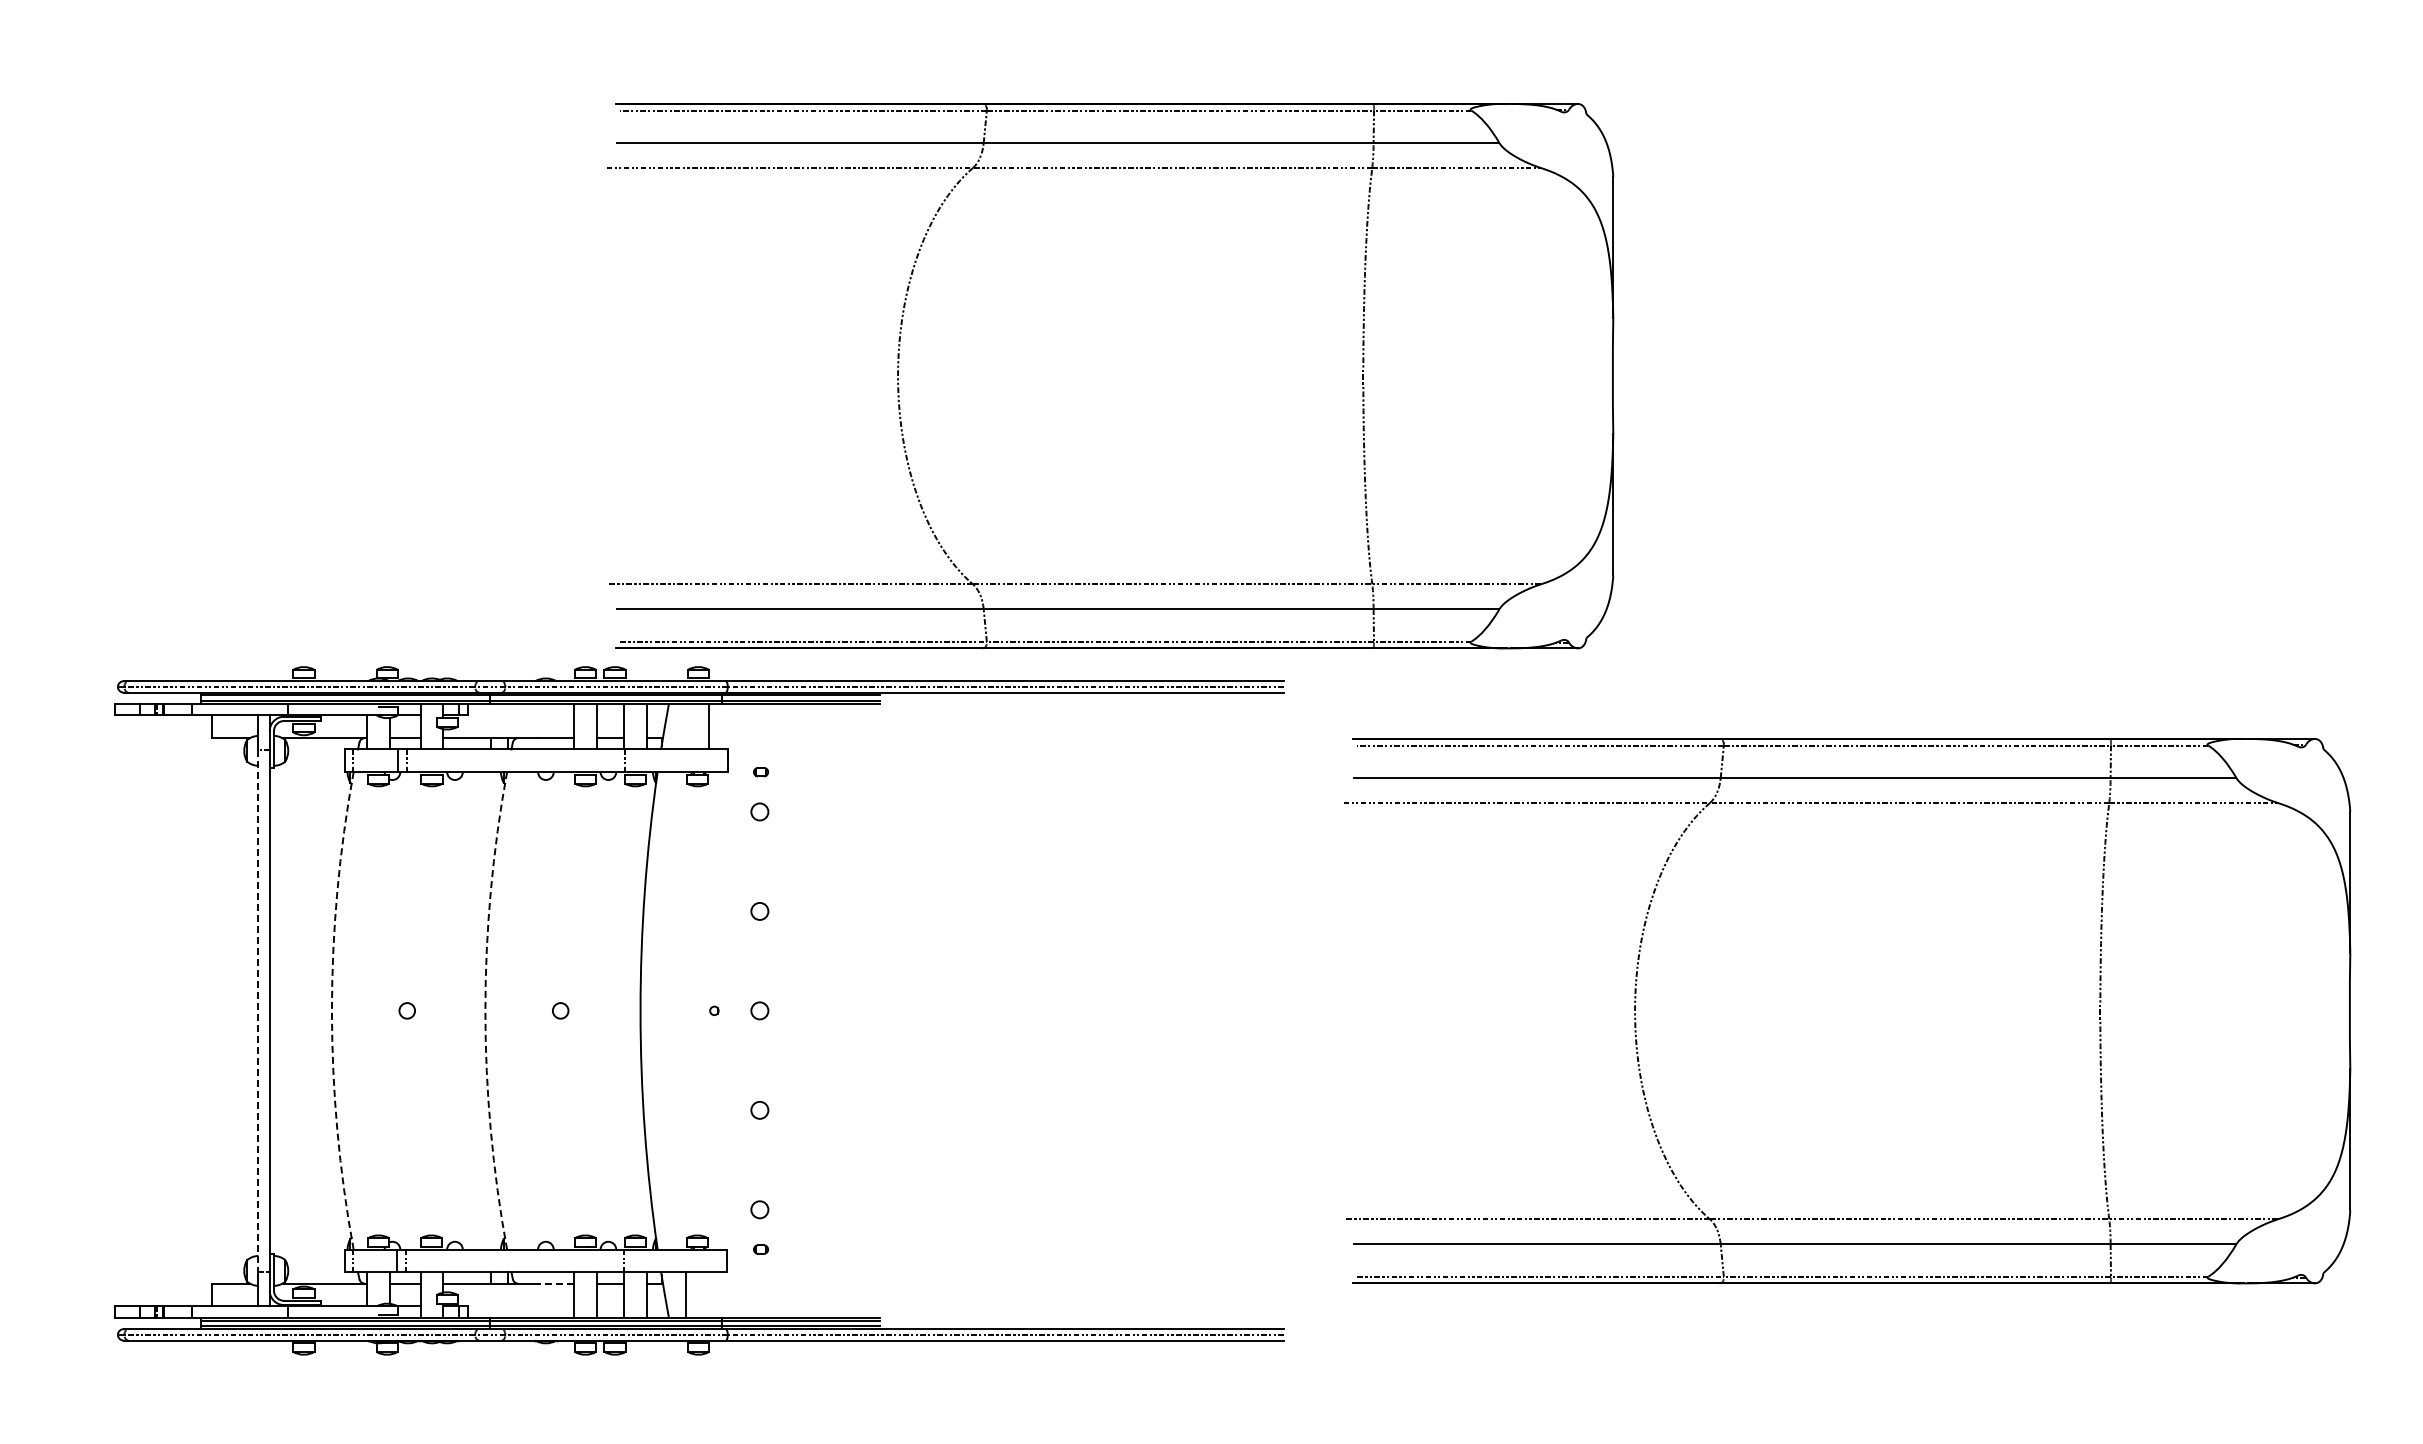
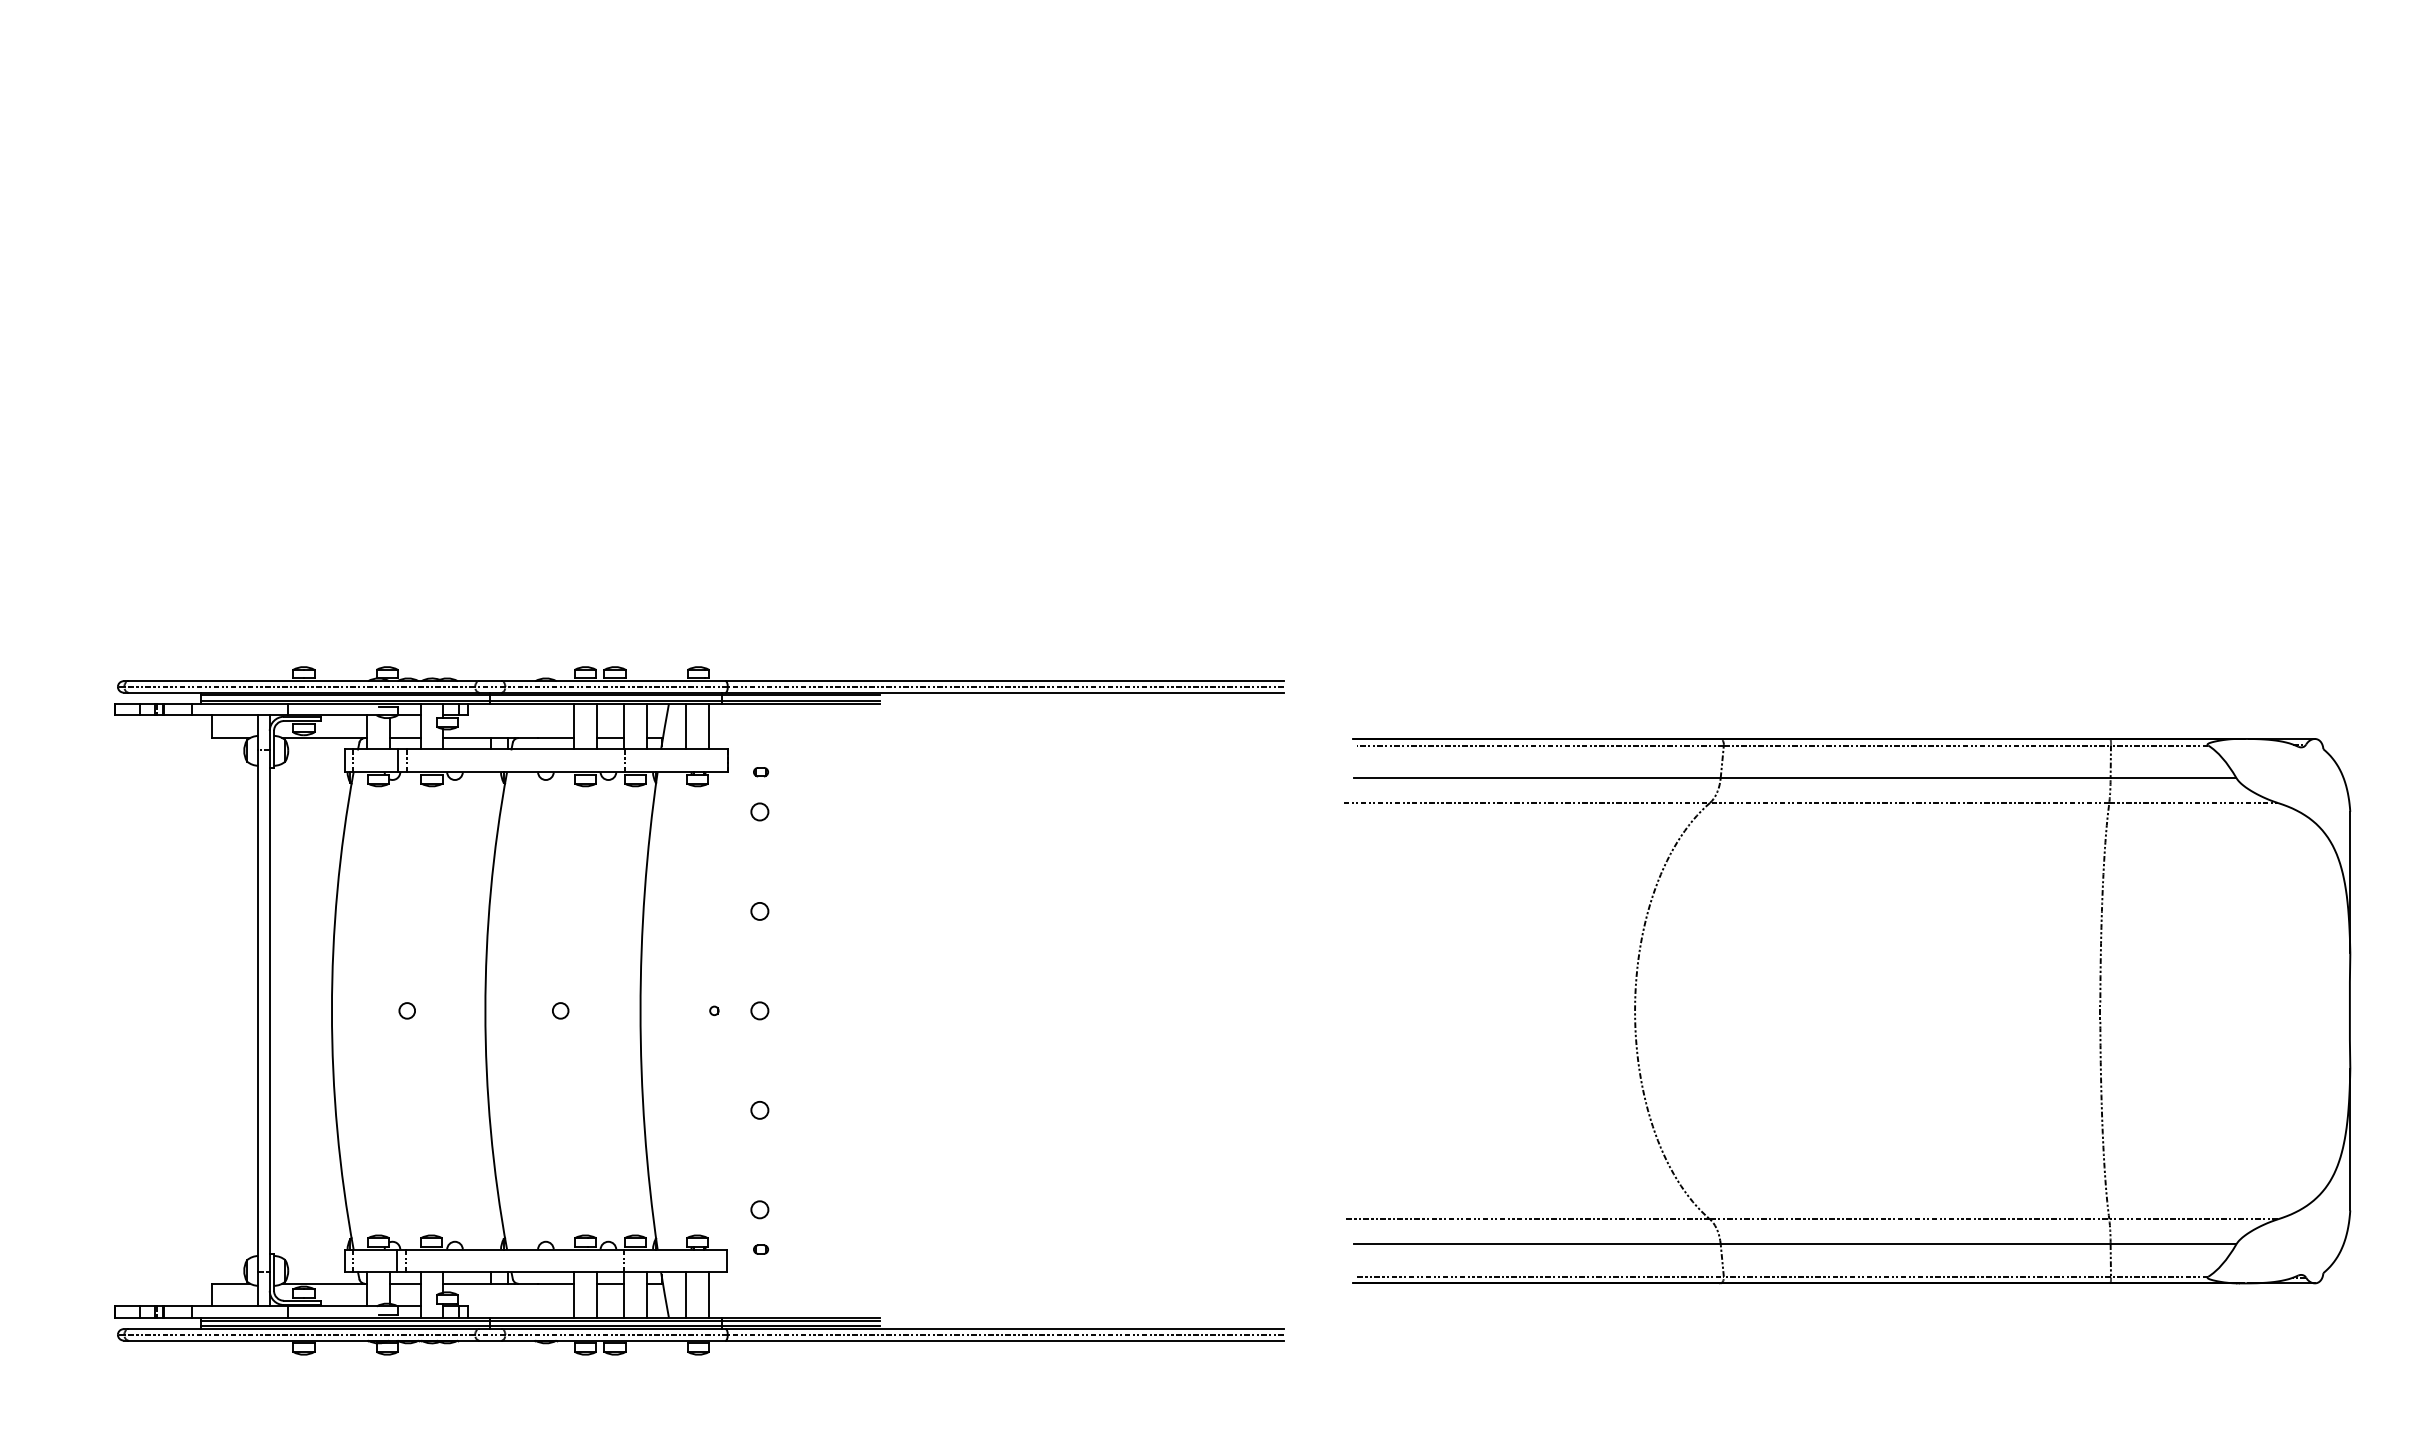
part at (1110, 583): present -> none
line at (686, 726): none -> present
arc at (331, 1010): dashed -> solid
arc at (485, 1010): dashed -> solid
line at (258, 1011): dashed -> solid
line at (555, 1283): dashed -> solid
line at (708, 1294): none -> present
